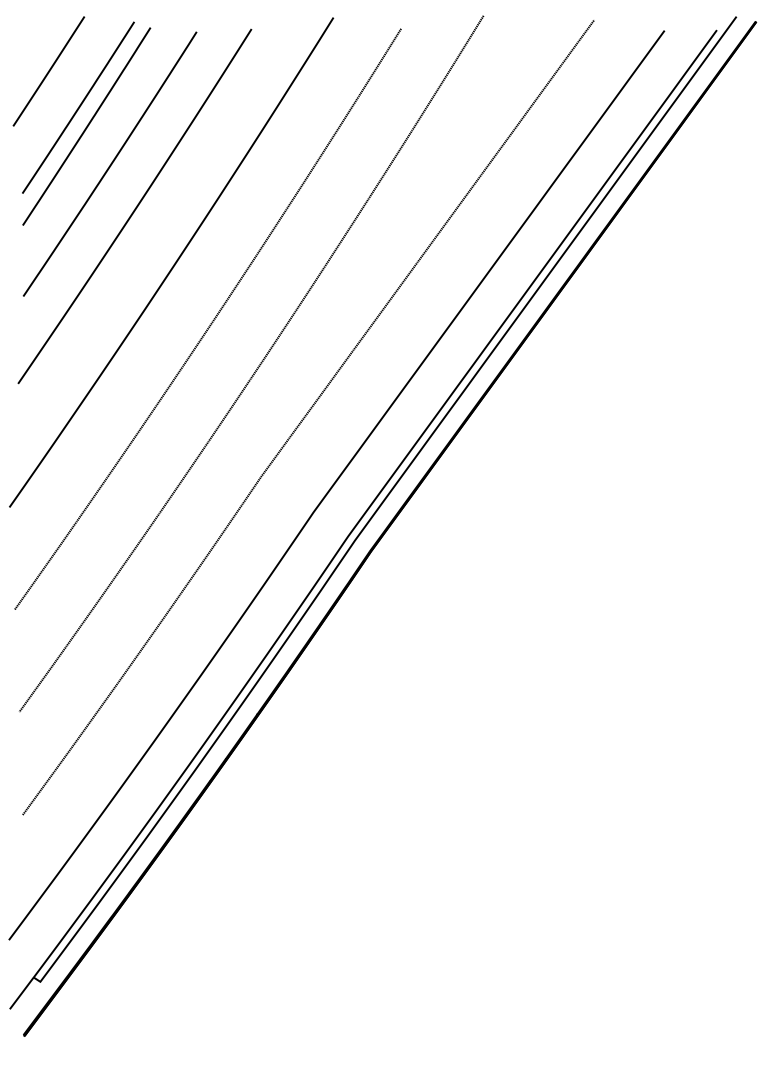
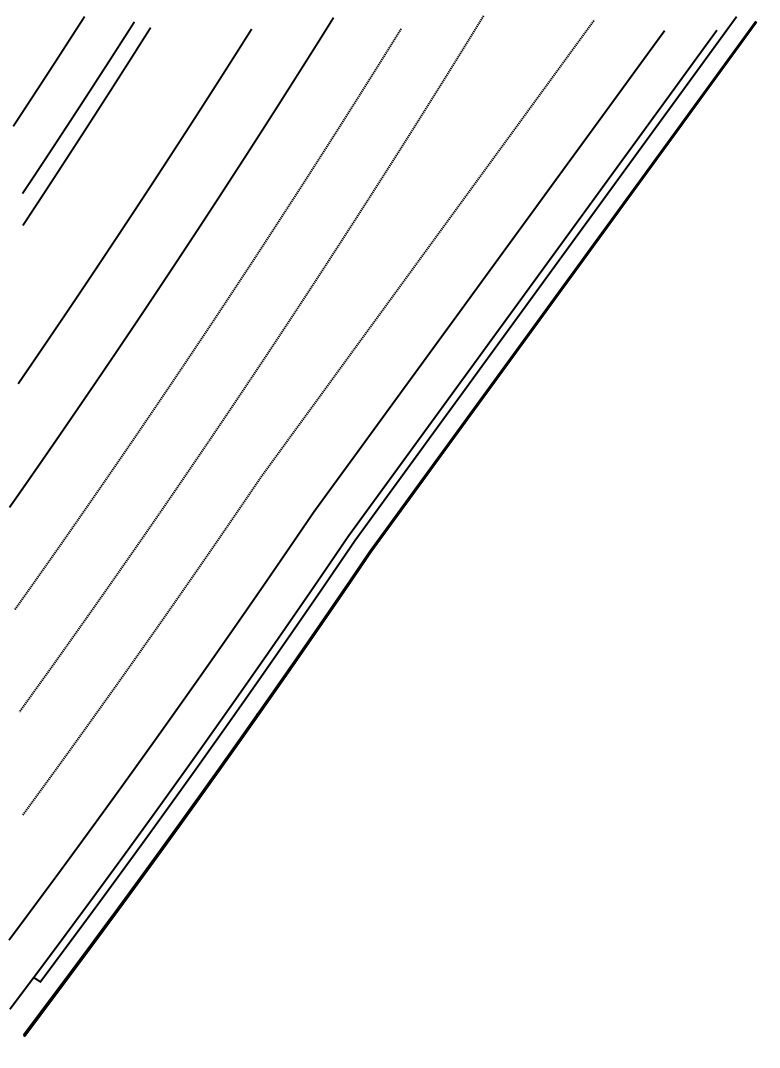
curve at (110, 163): present -> none
